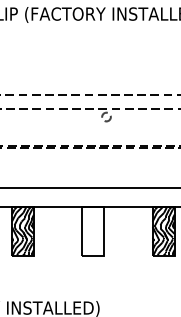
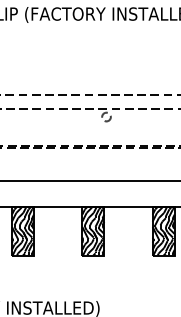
line at (89, 187) position: (89, 187) -> (89, 180)
hatch at (93, 231): none -> present
